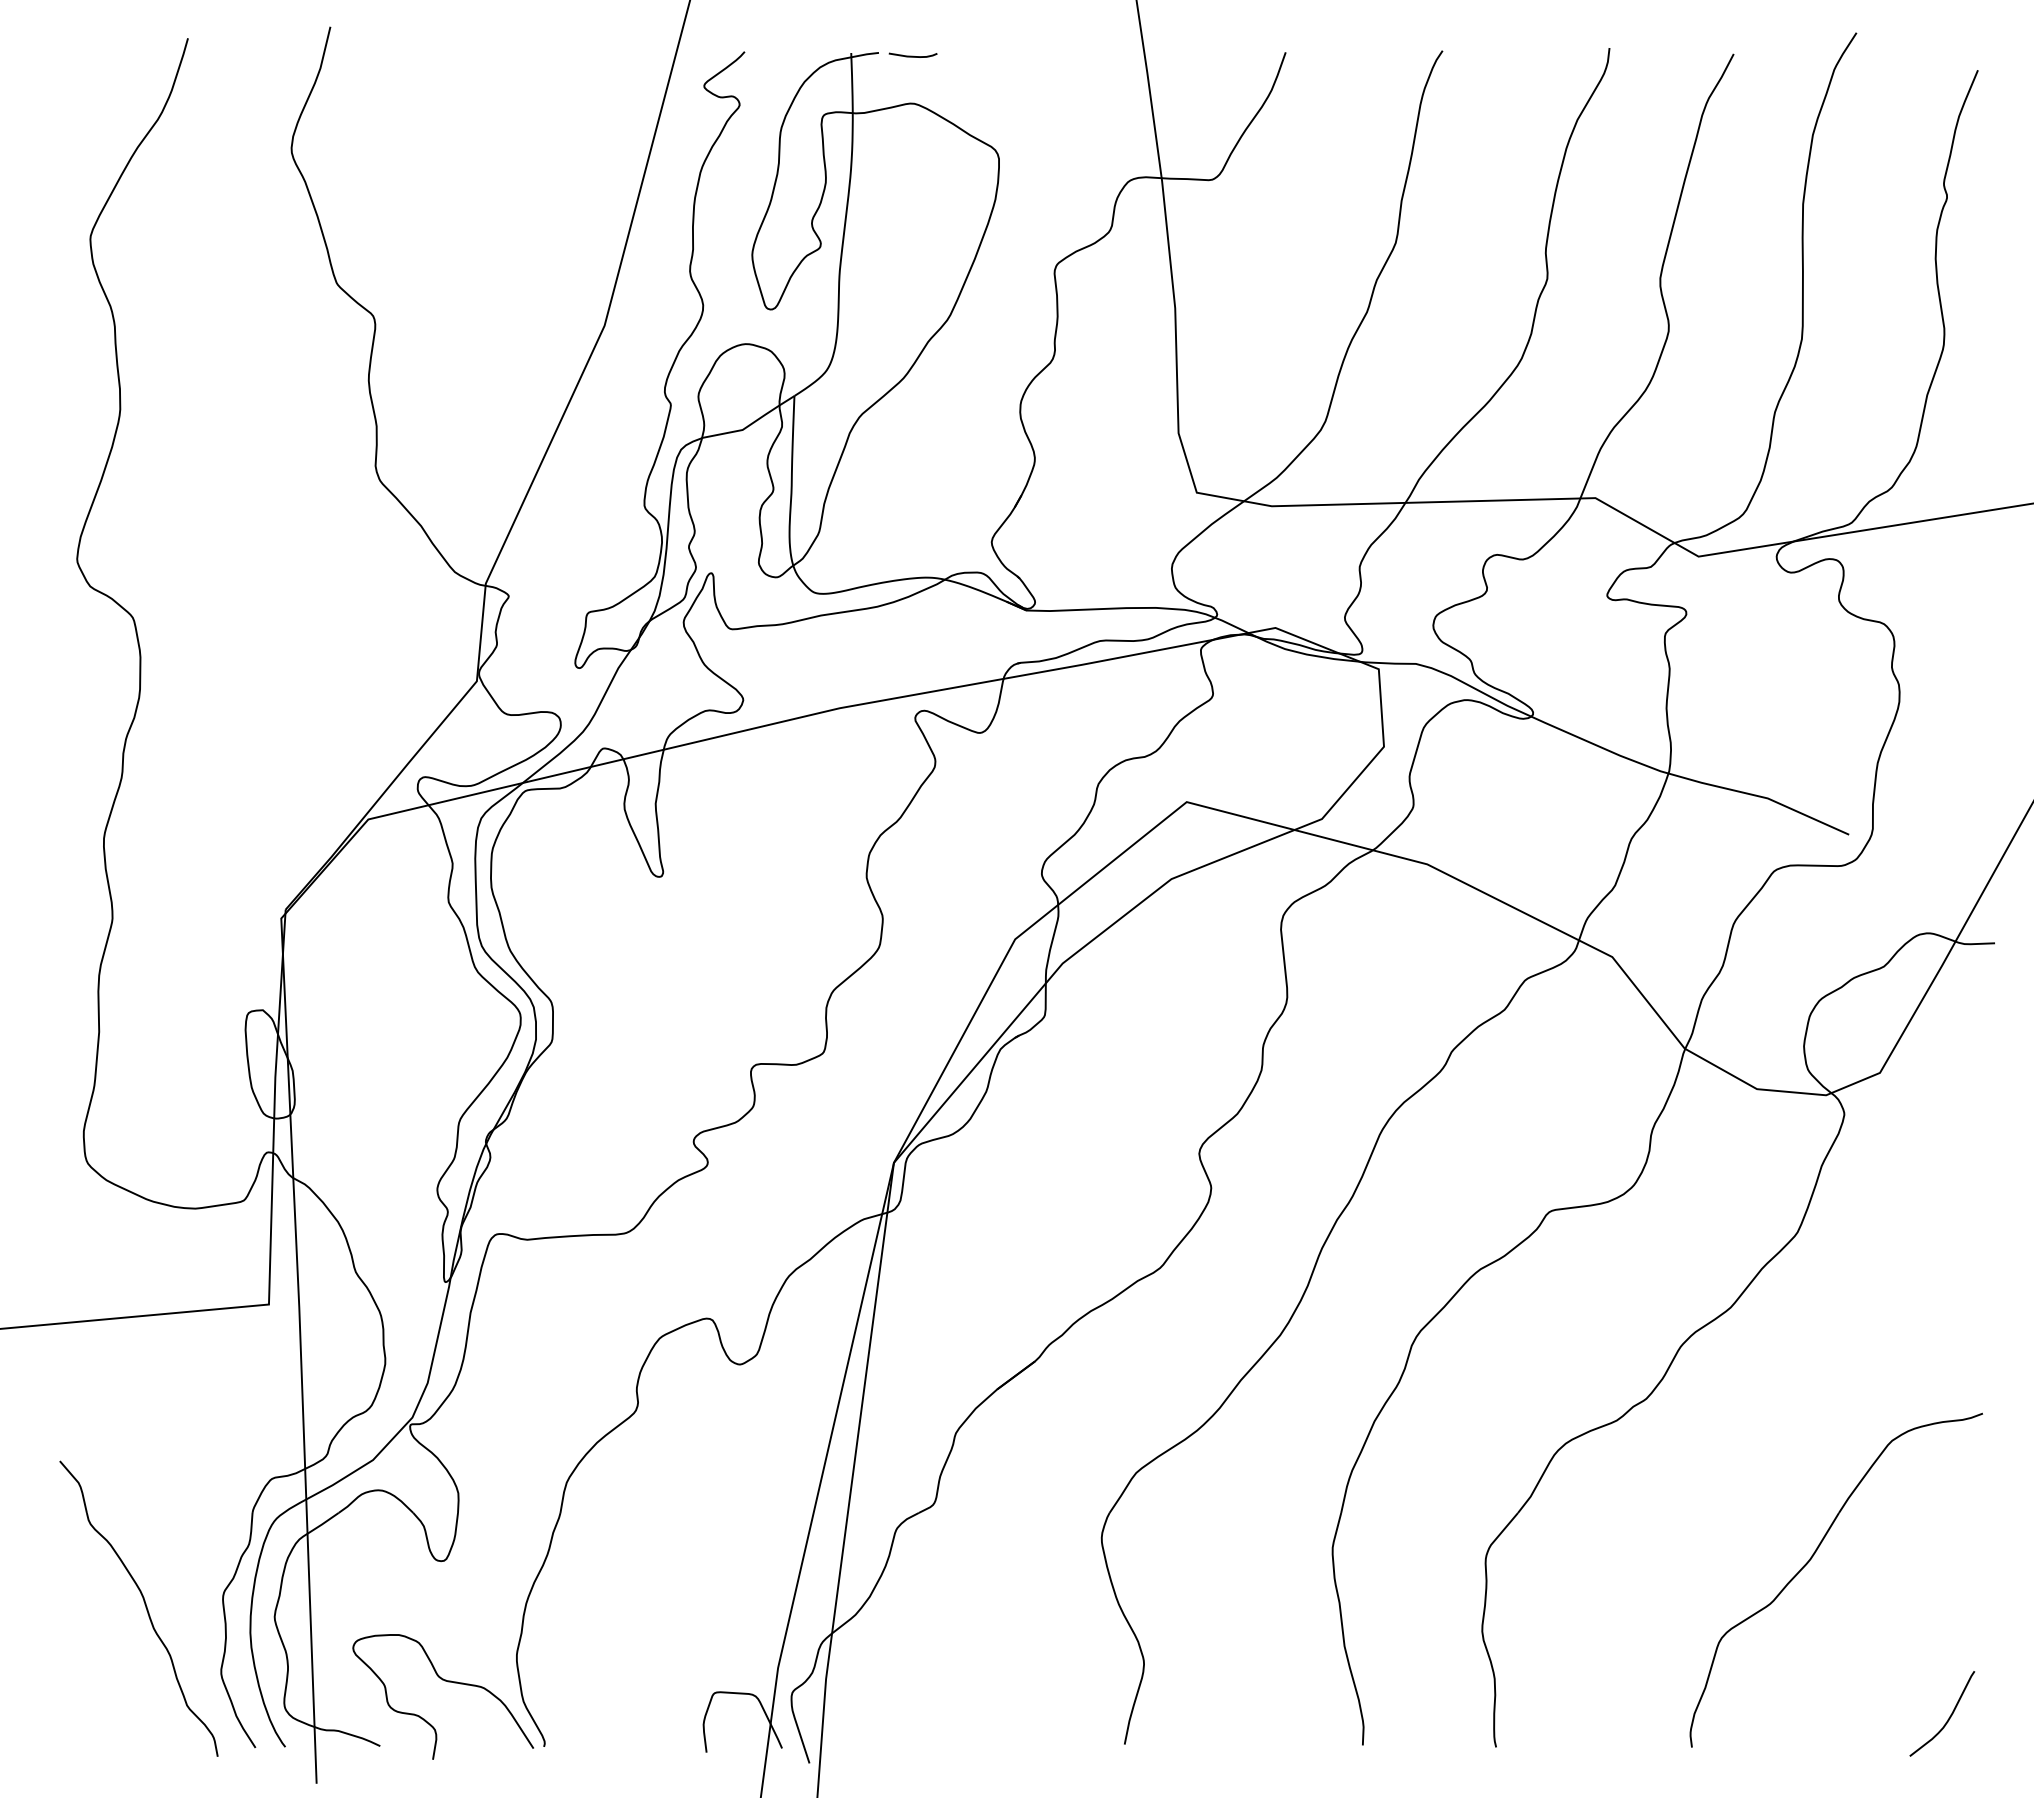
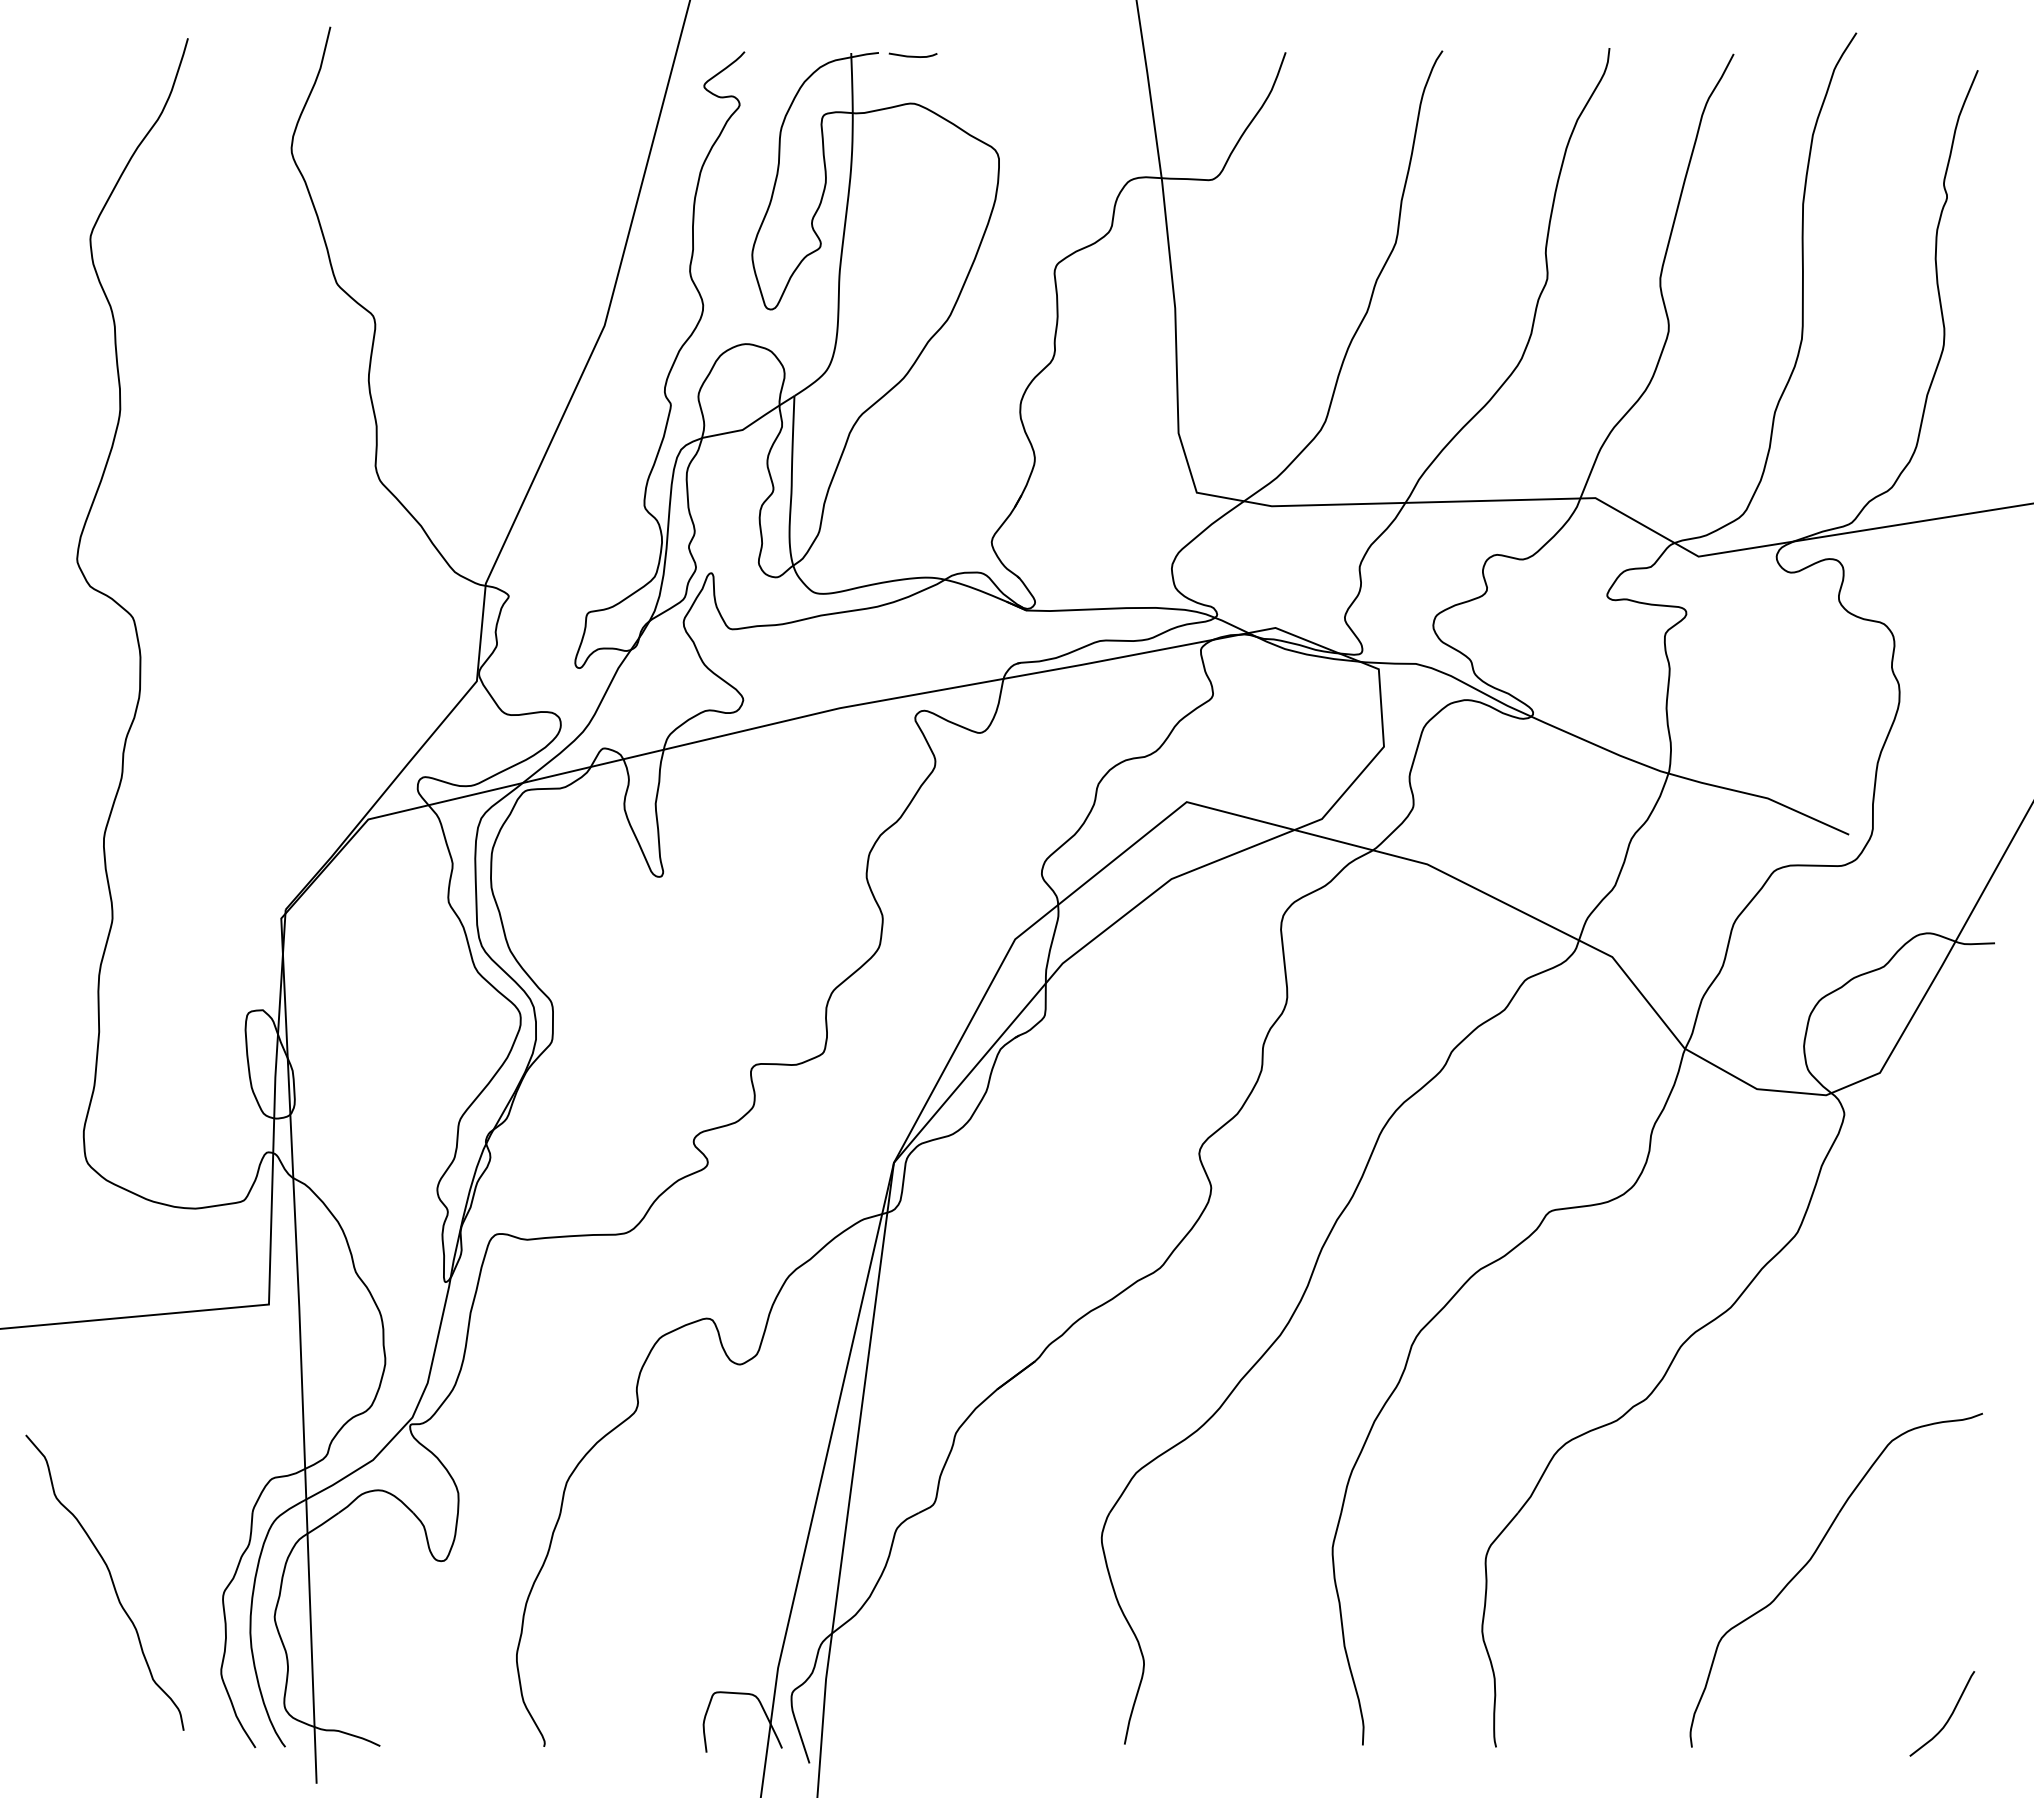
part at (145, 1607) position: (145, 1607) -> (111, 1581)
curve at (444, 1681): present -> none
